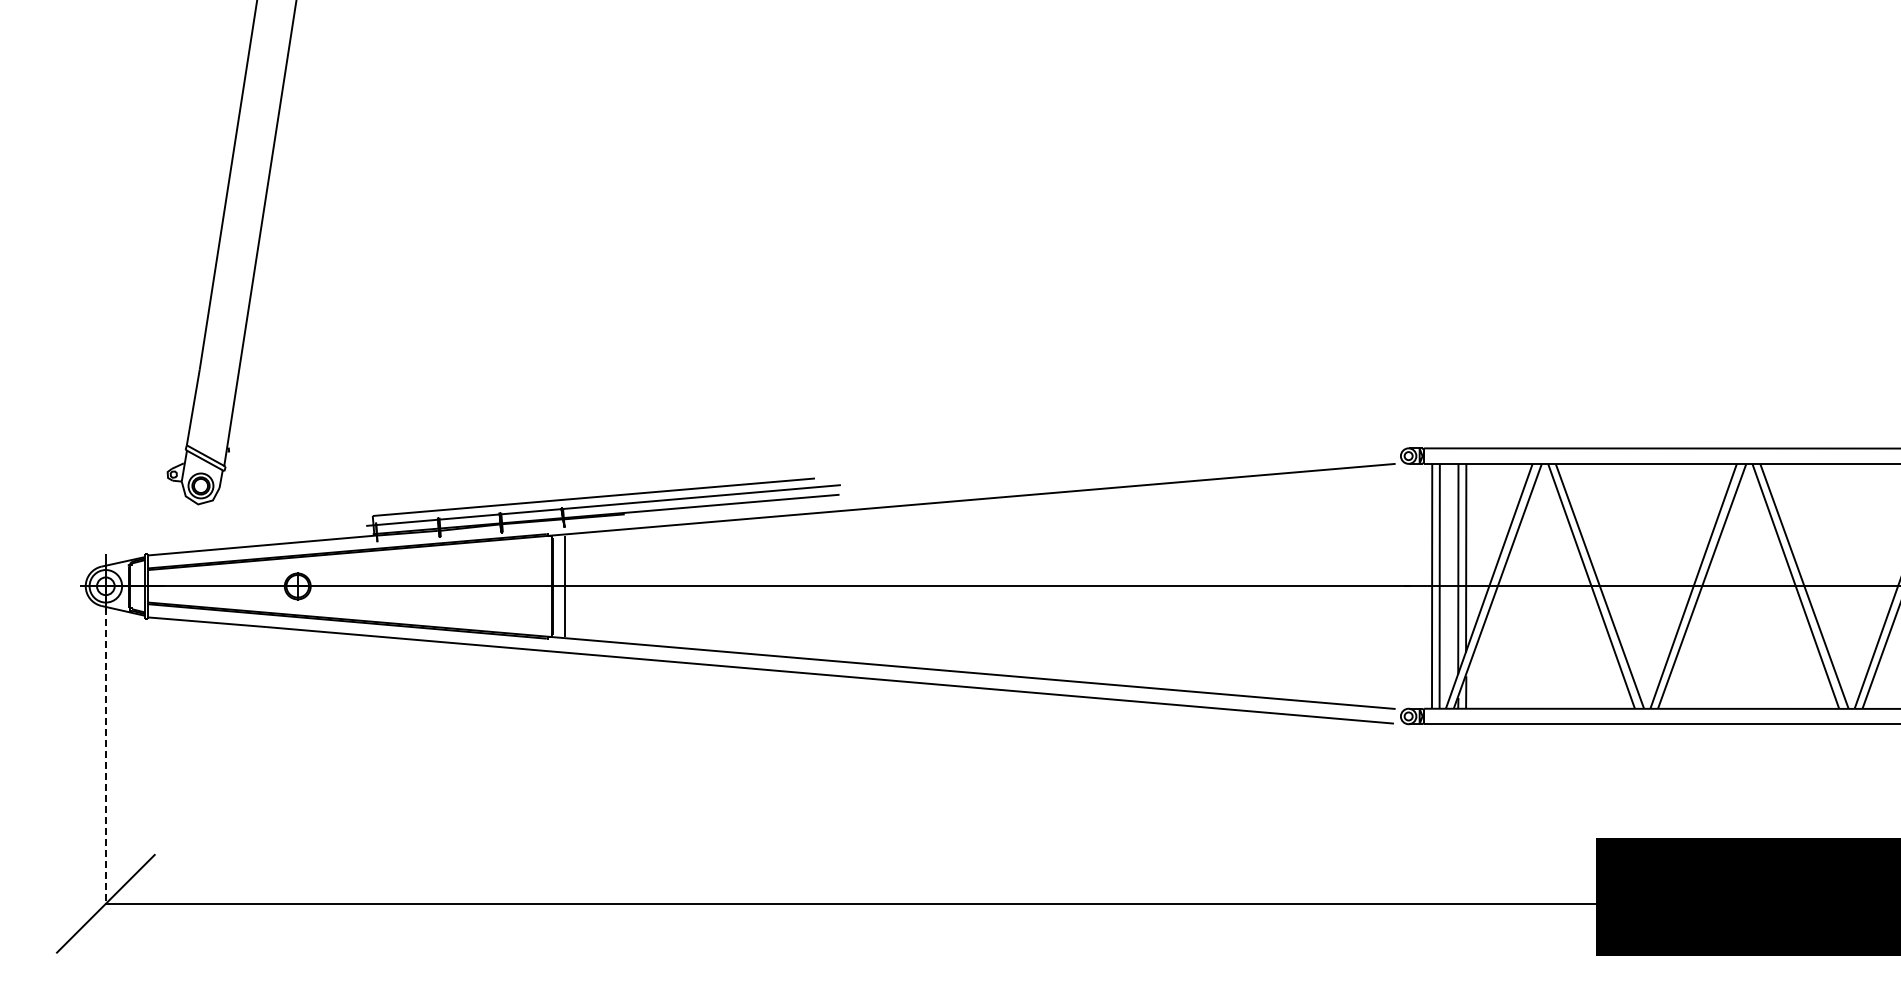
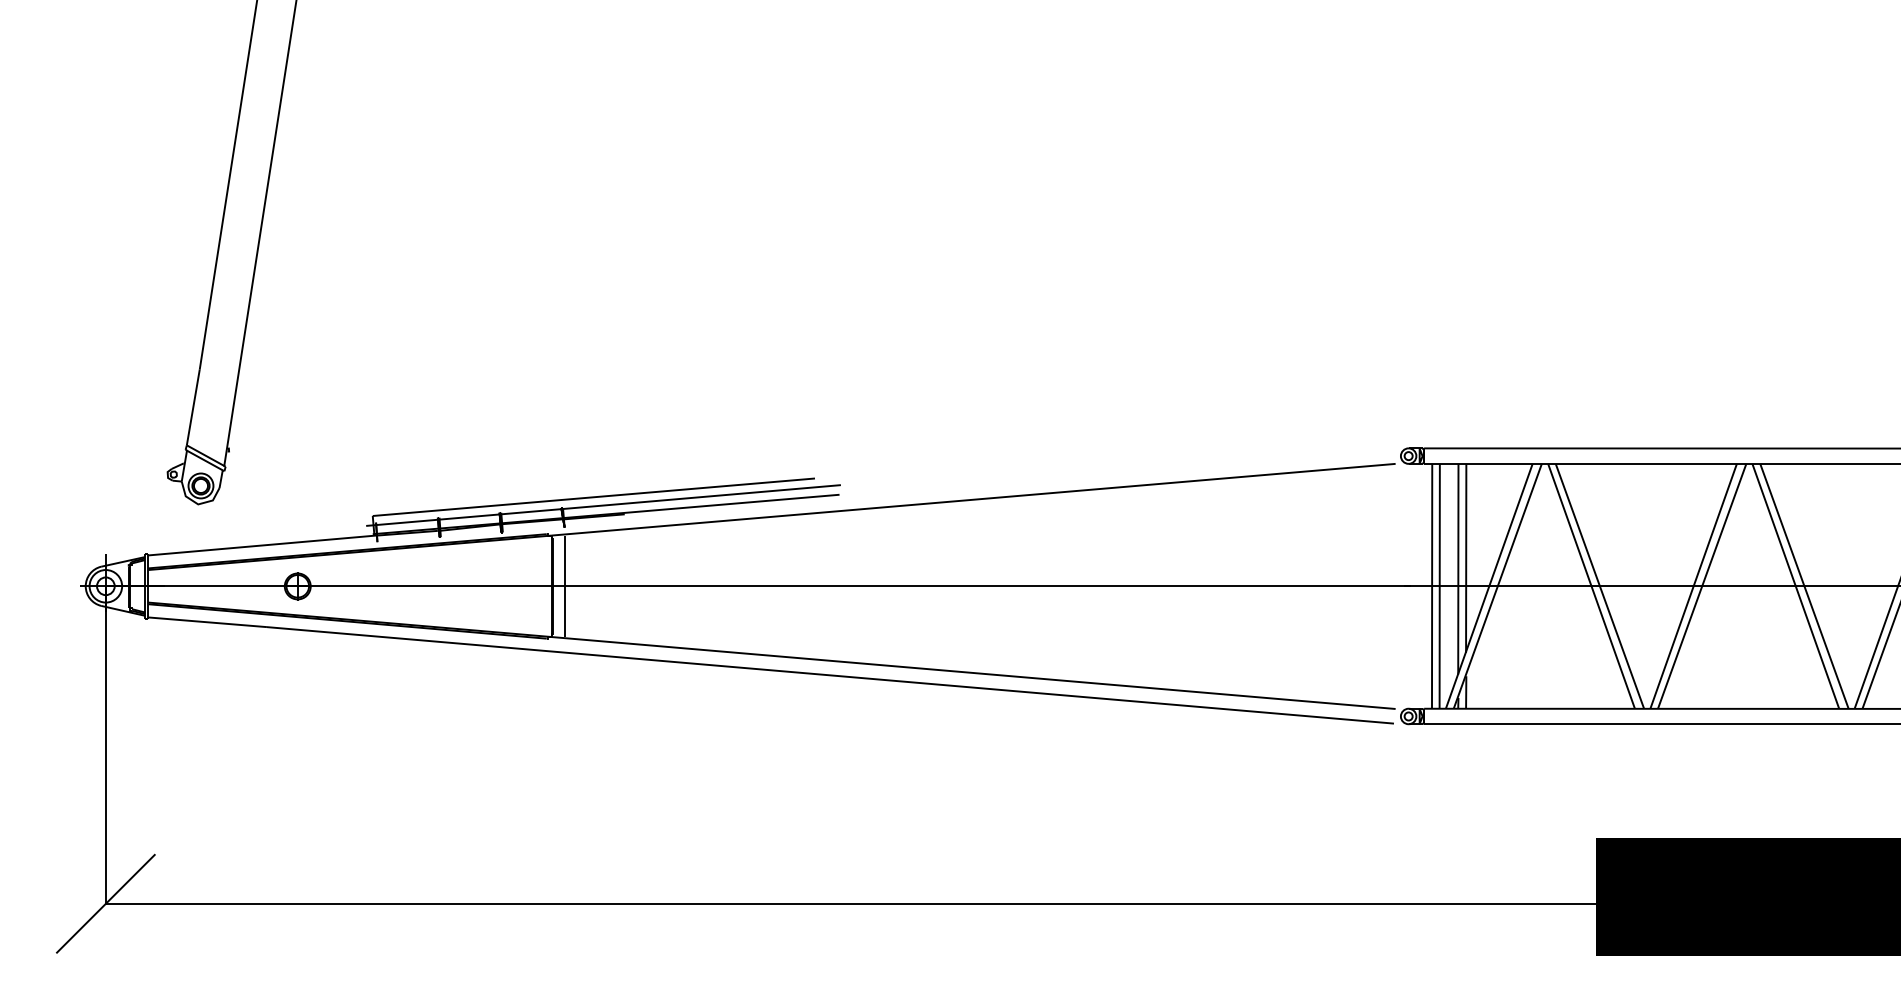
line at (105, 745): dashed -> solid
